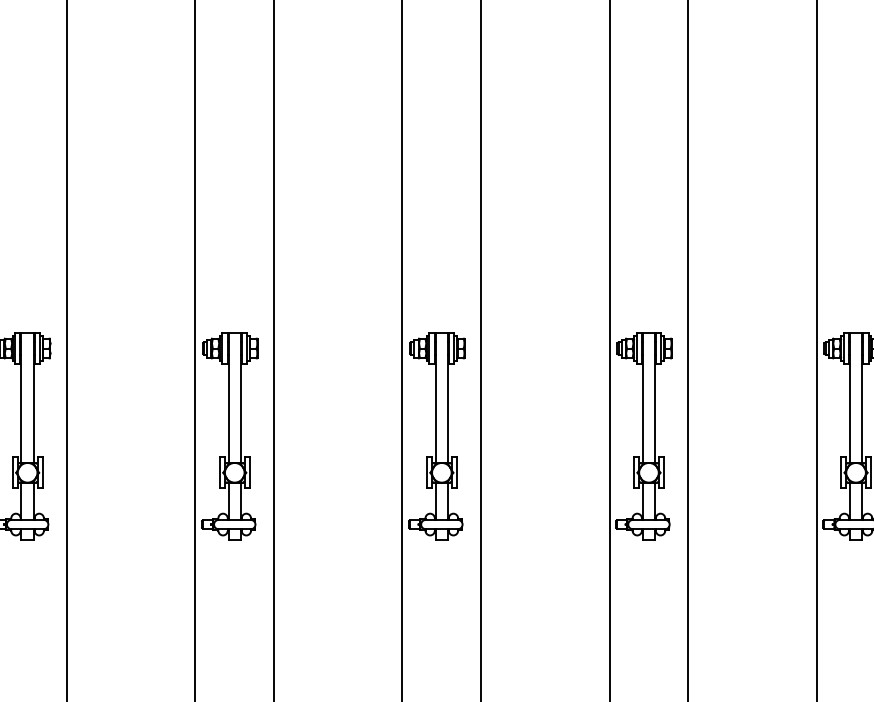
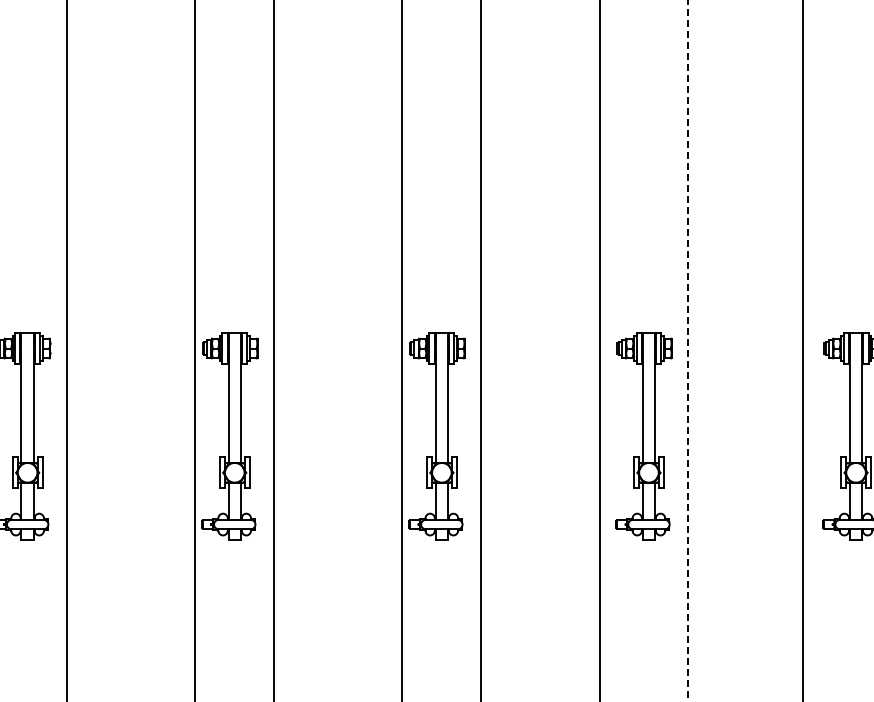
line at (609, 350) position: (609, 350) -> (599, 350)
line at (688, 350): solid -> dashed
line at (816, 350) position: (816, 350) -> (802, 350)
